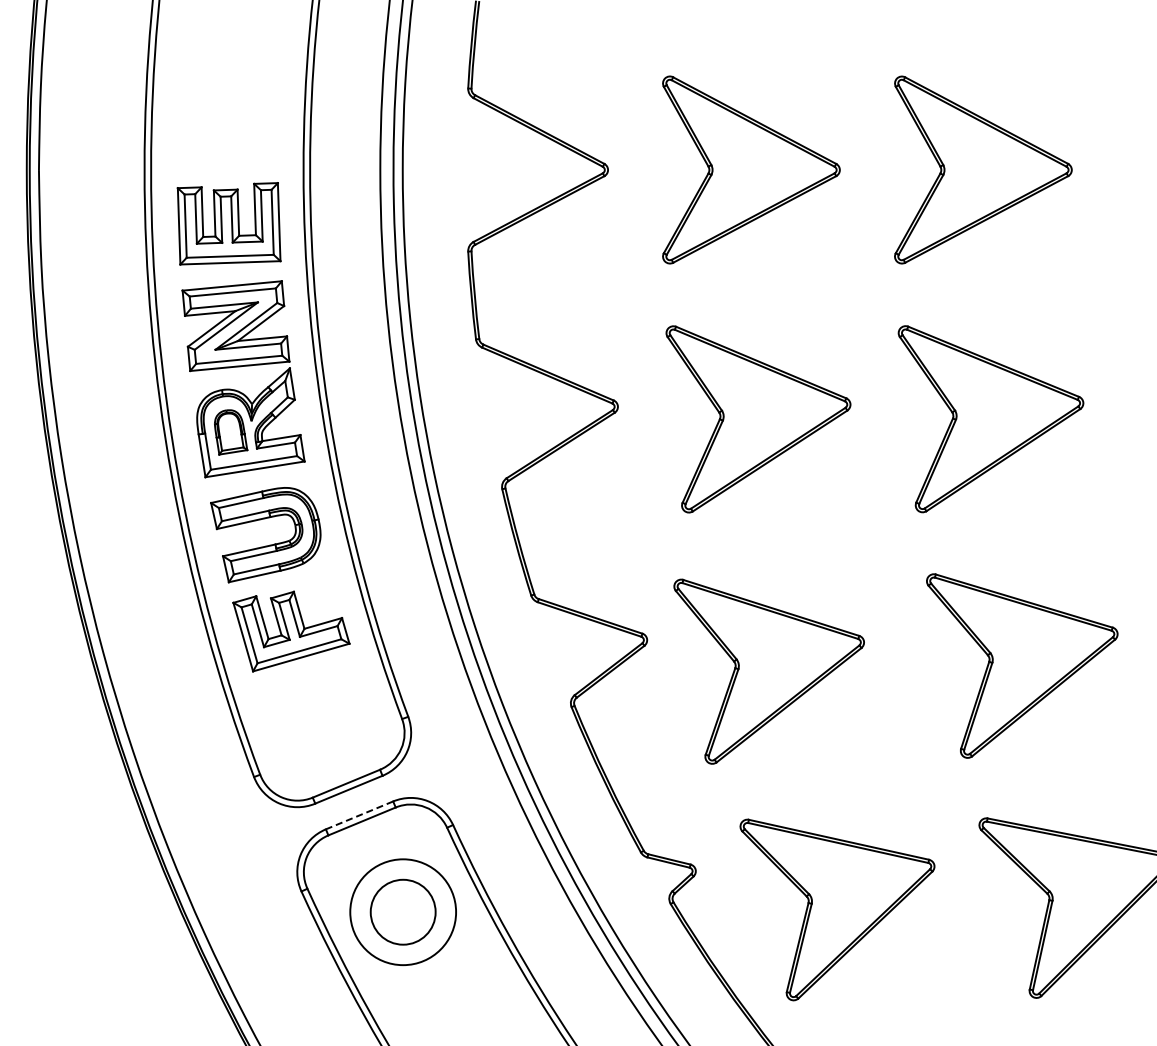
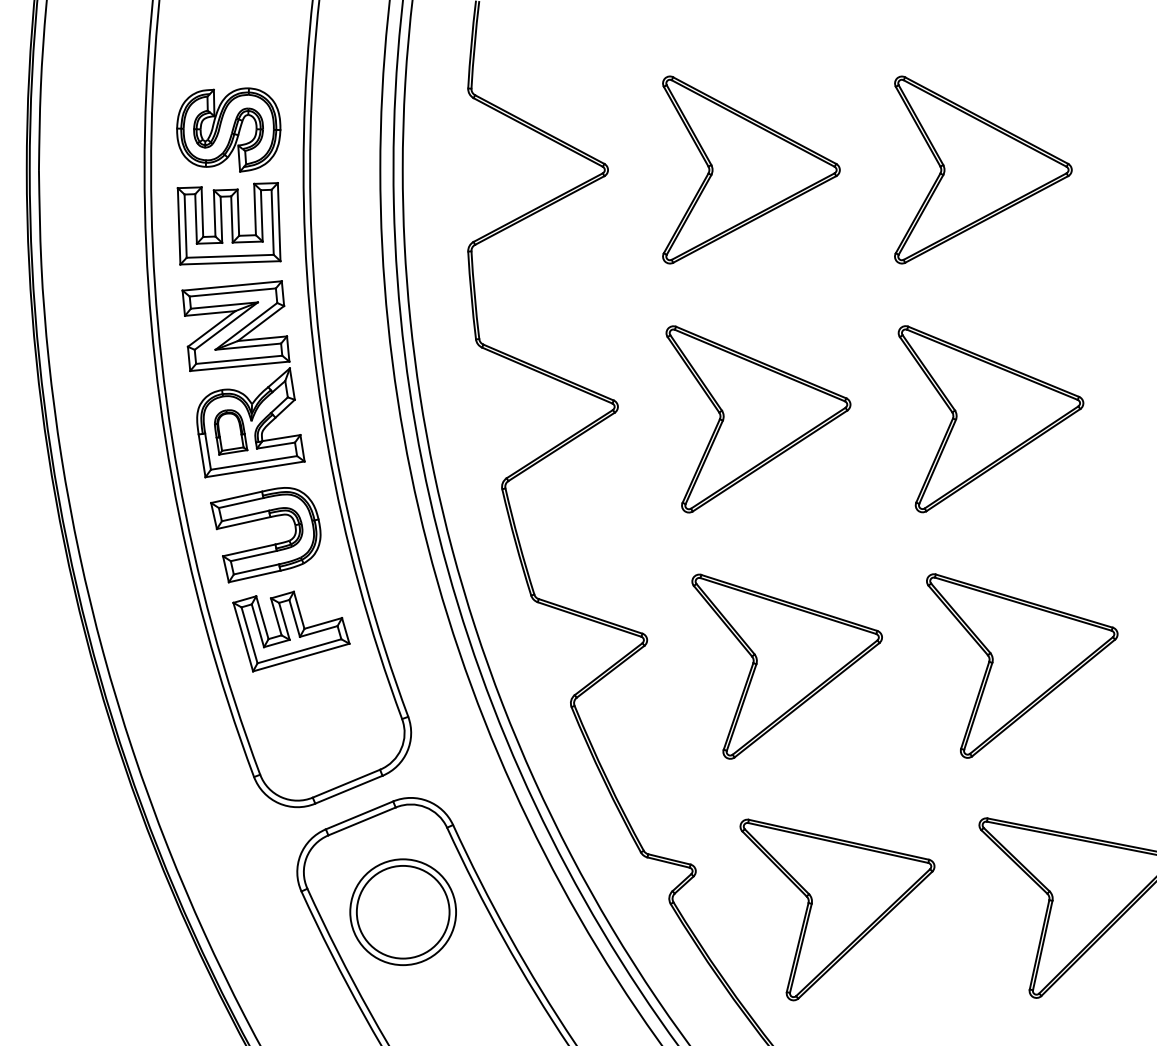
part at (228, 129): none -> present
part at (768, 671) position: (768, 671) -> (786, 666)
line at (359, 815): dashed -> solid
circle at (402, 911) diameter: 65 px -> 93 px
